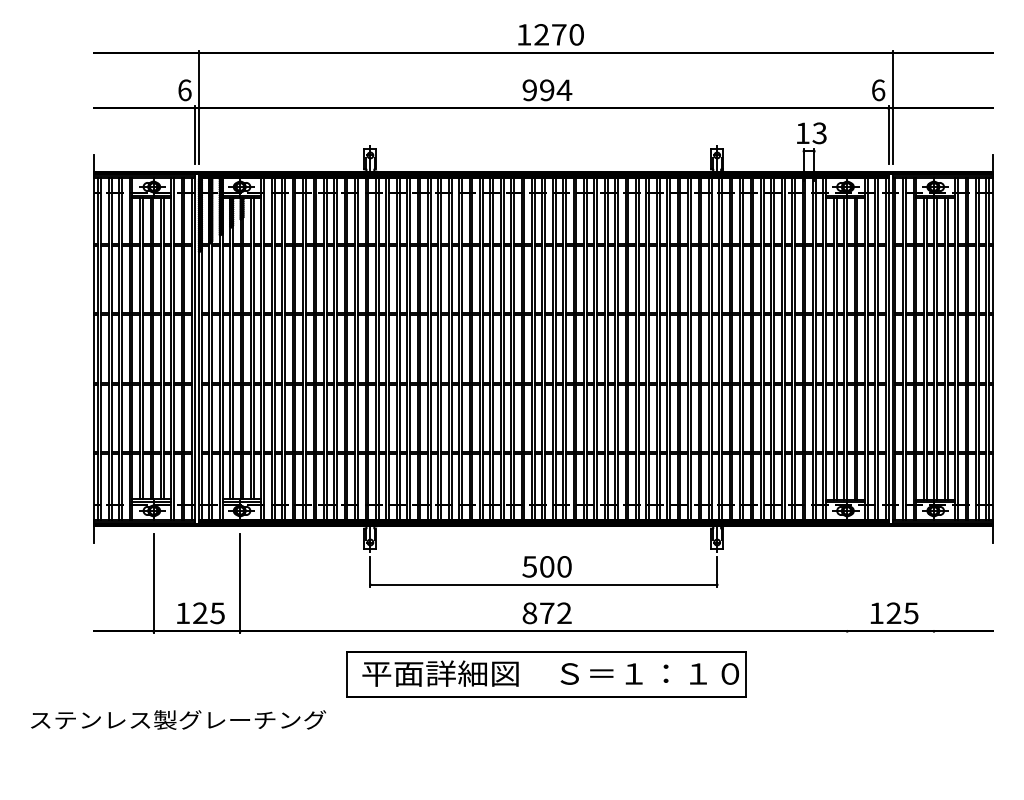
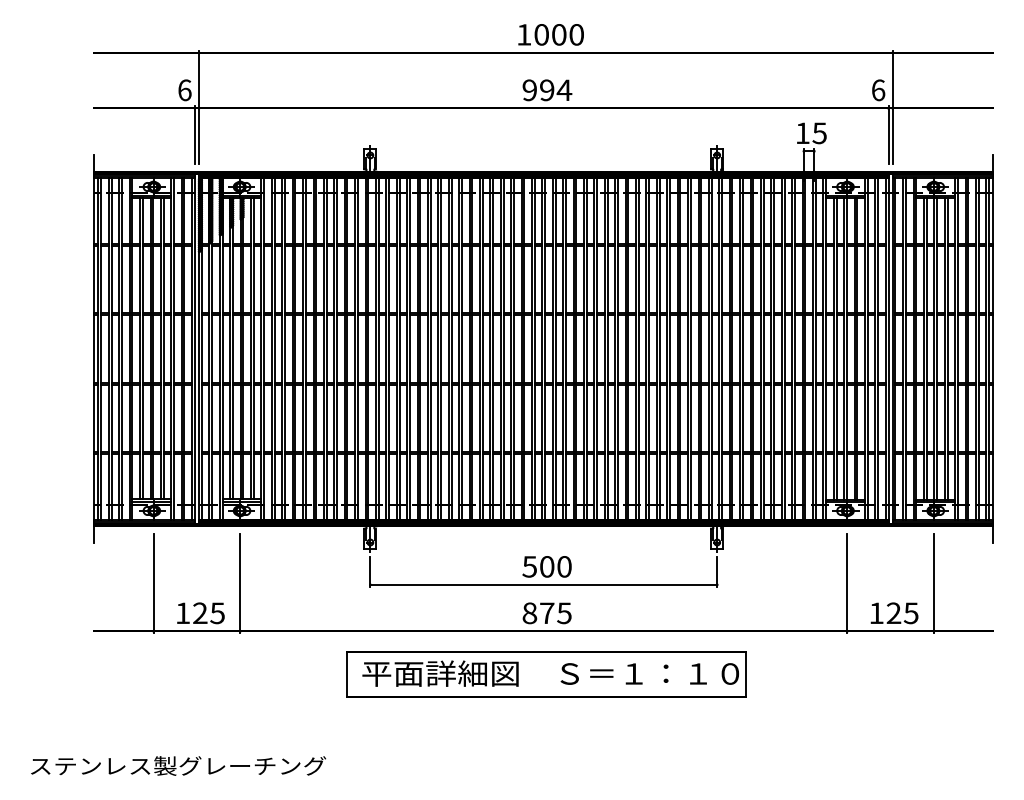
text at (550, 34): 1270 -> 1000
text at (819, 132): 13 -> 15
line at (847, 583): none -> present
line at (933, 583): none -> present
text at (564, 613): 872 -> 875
text at (178, 719) position: (178, 719) -> (178, 765)
